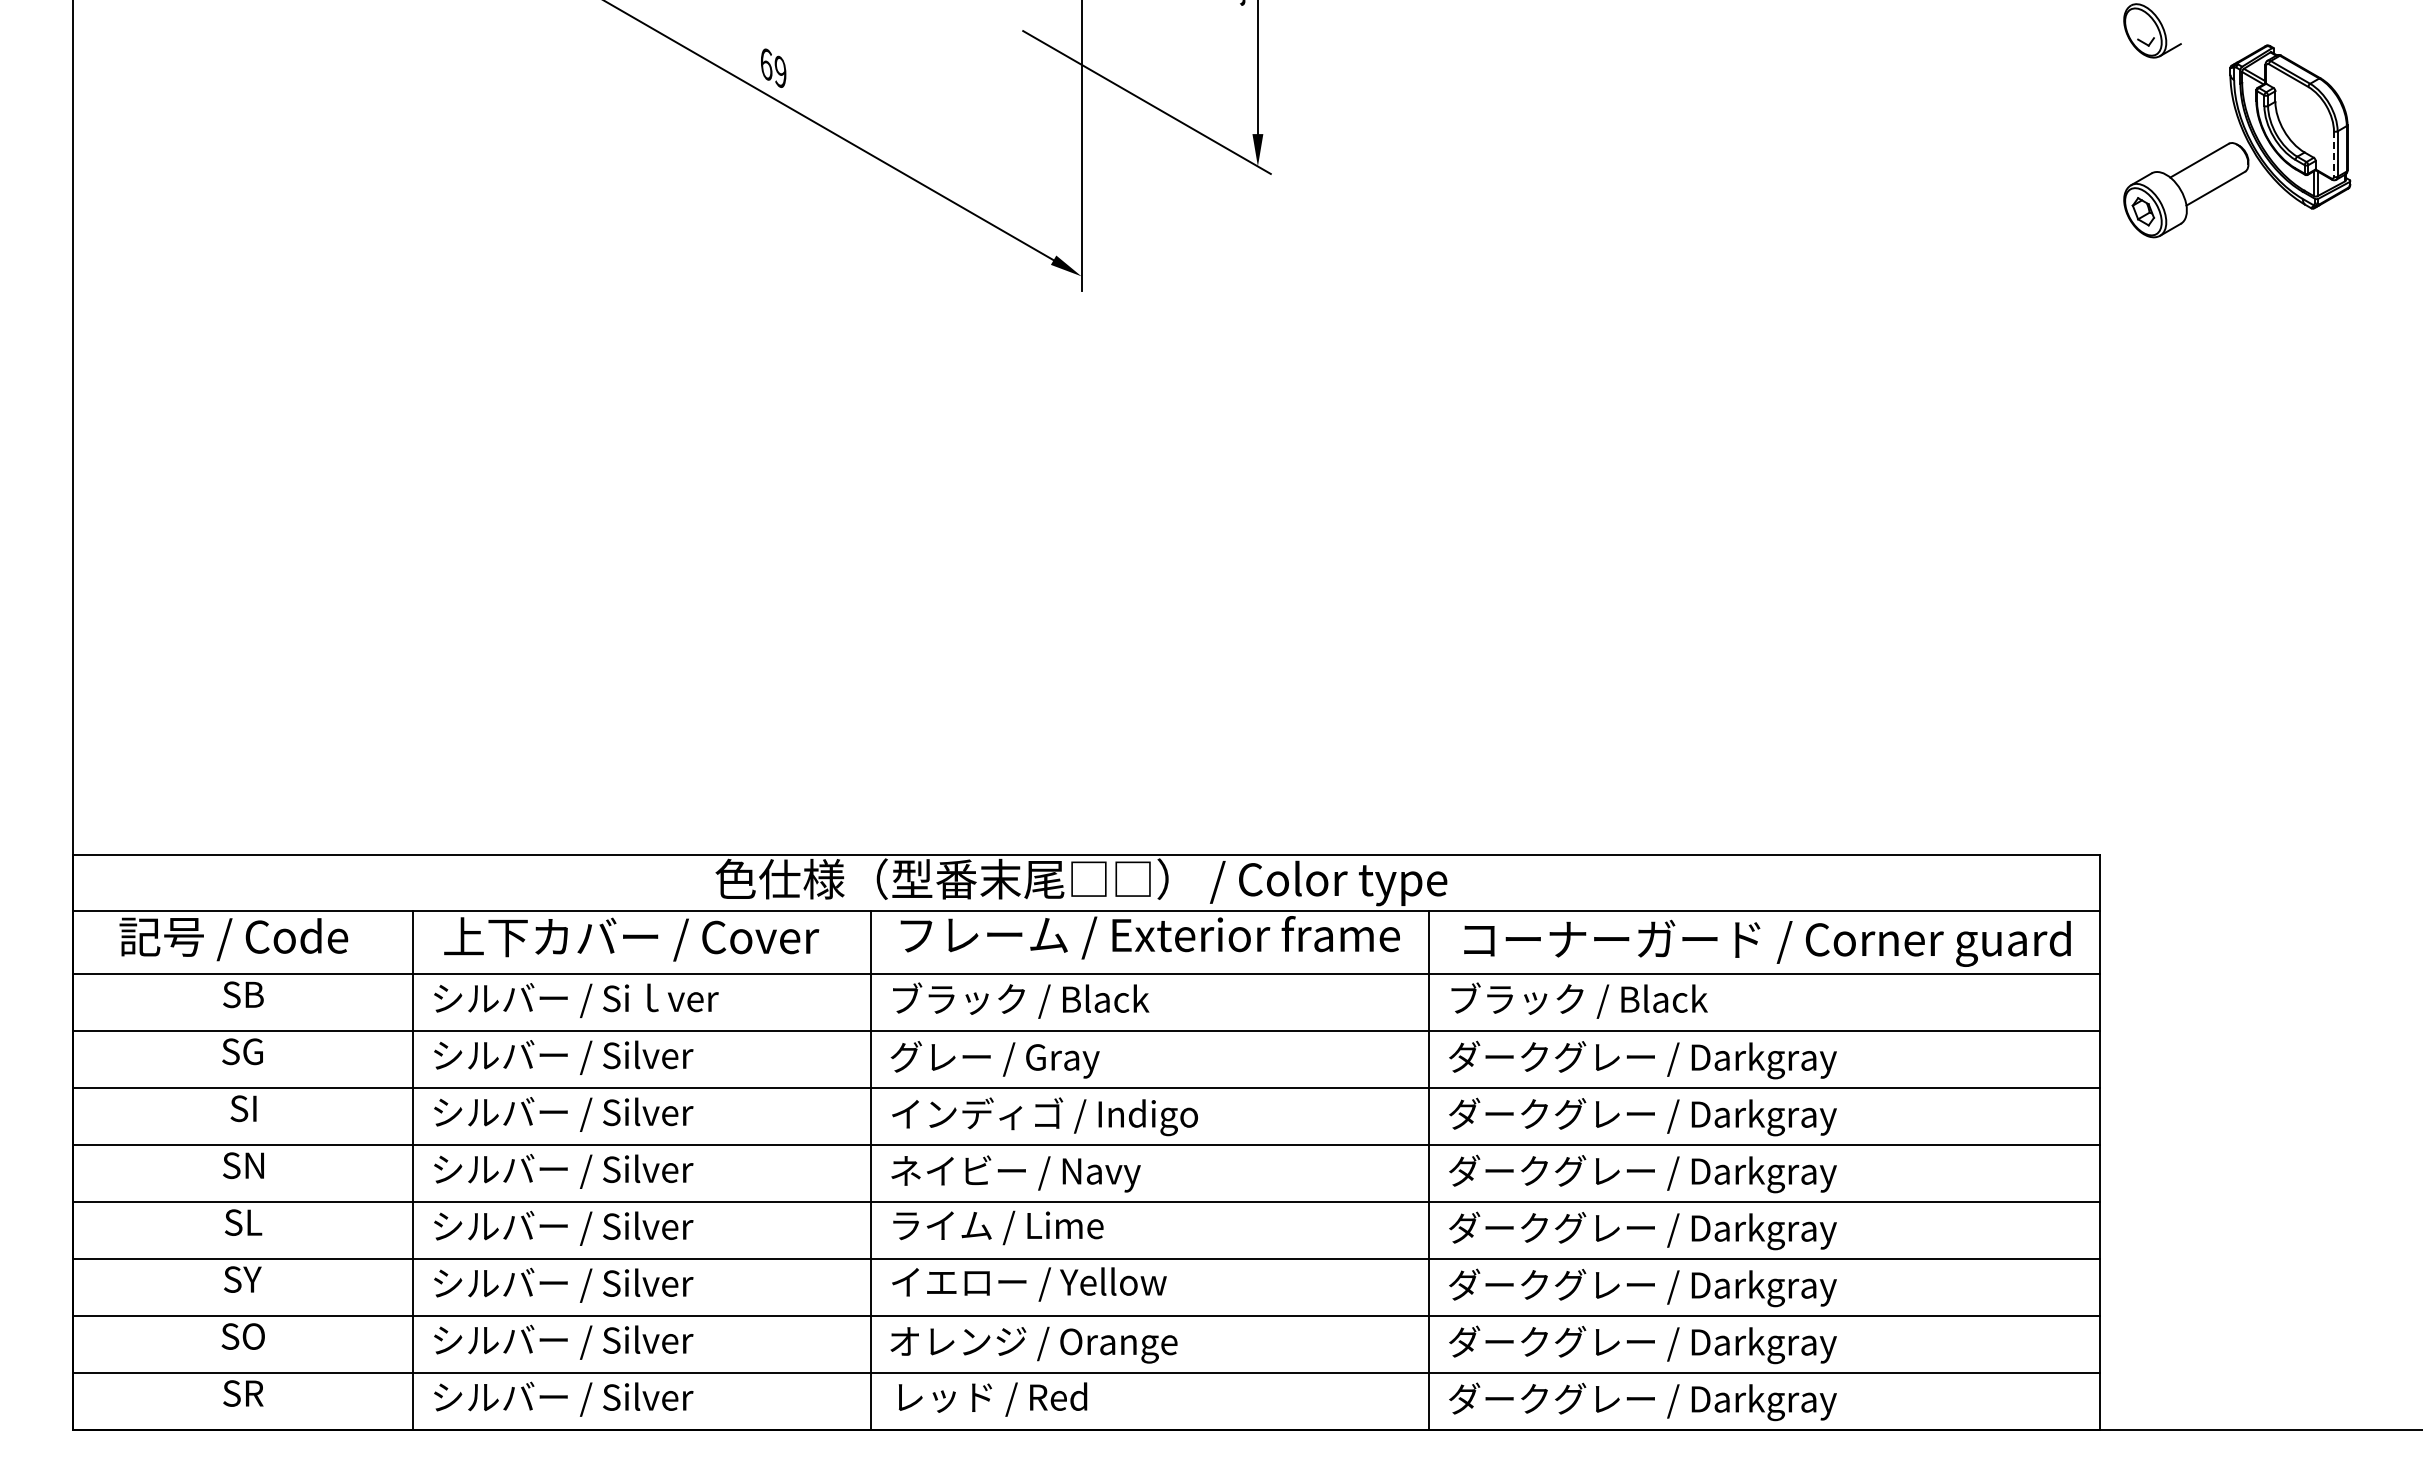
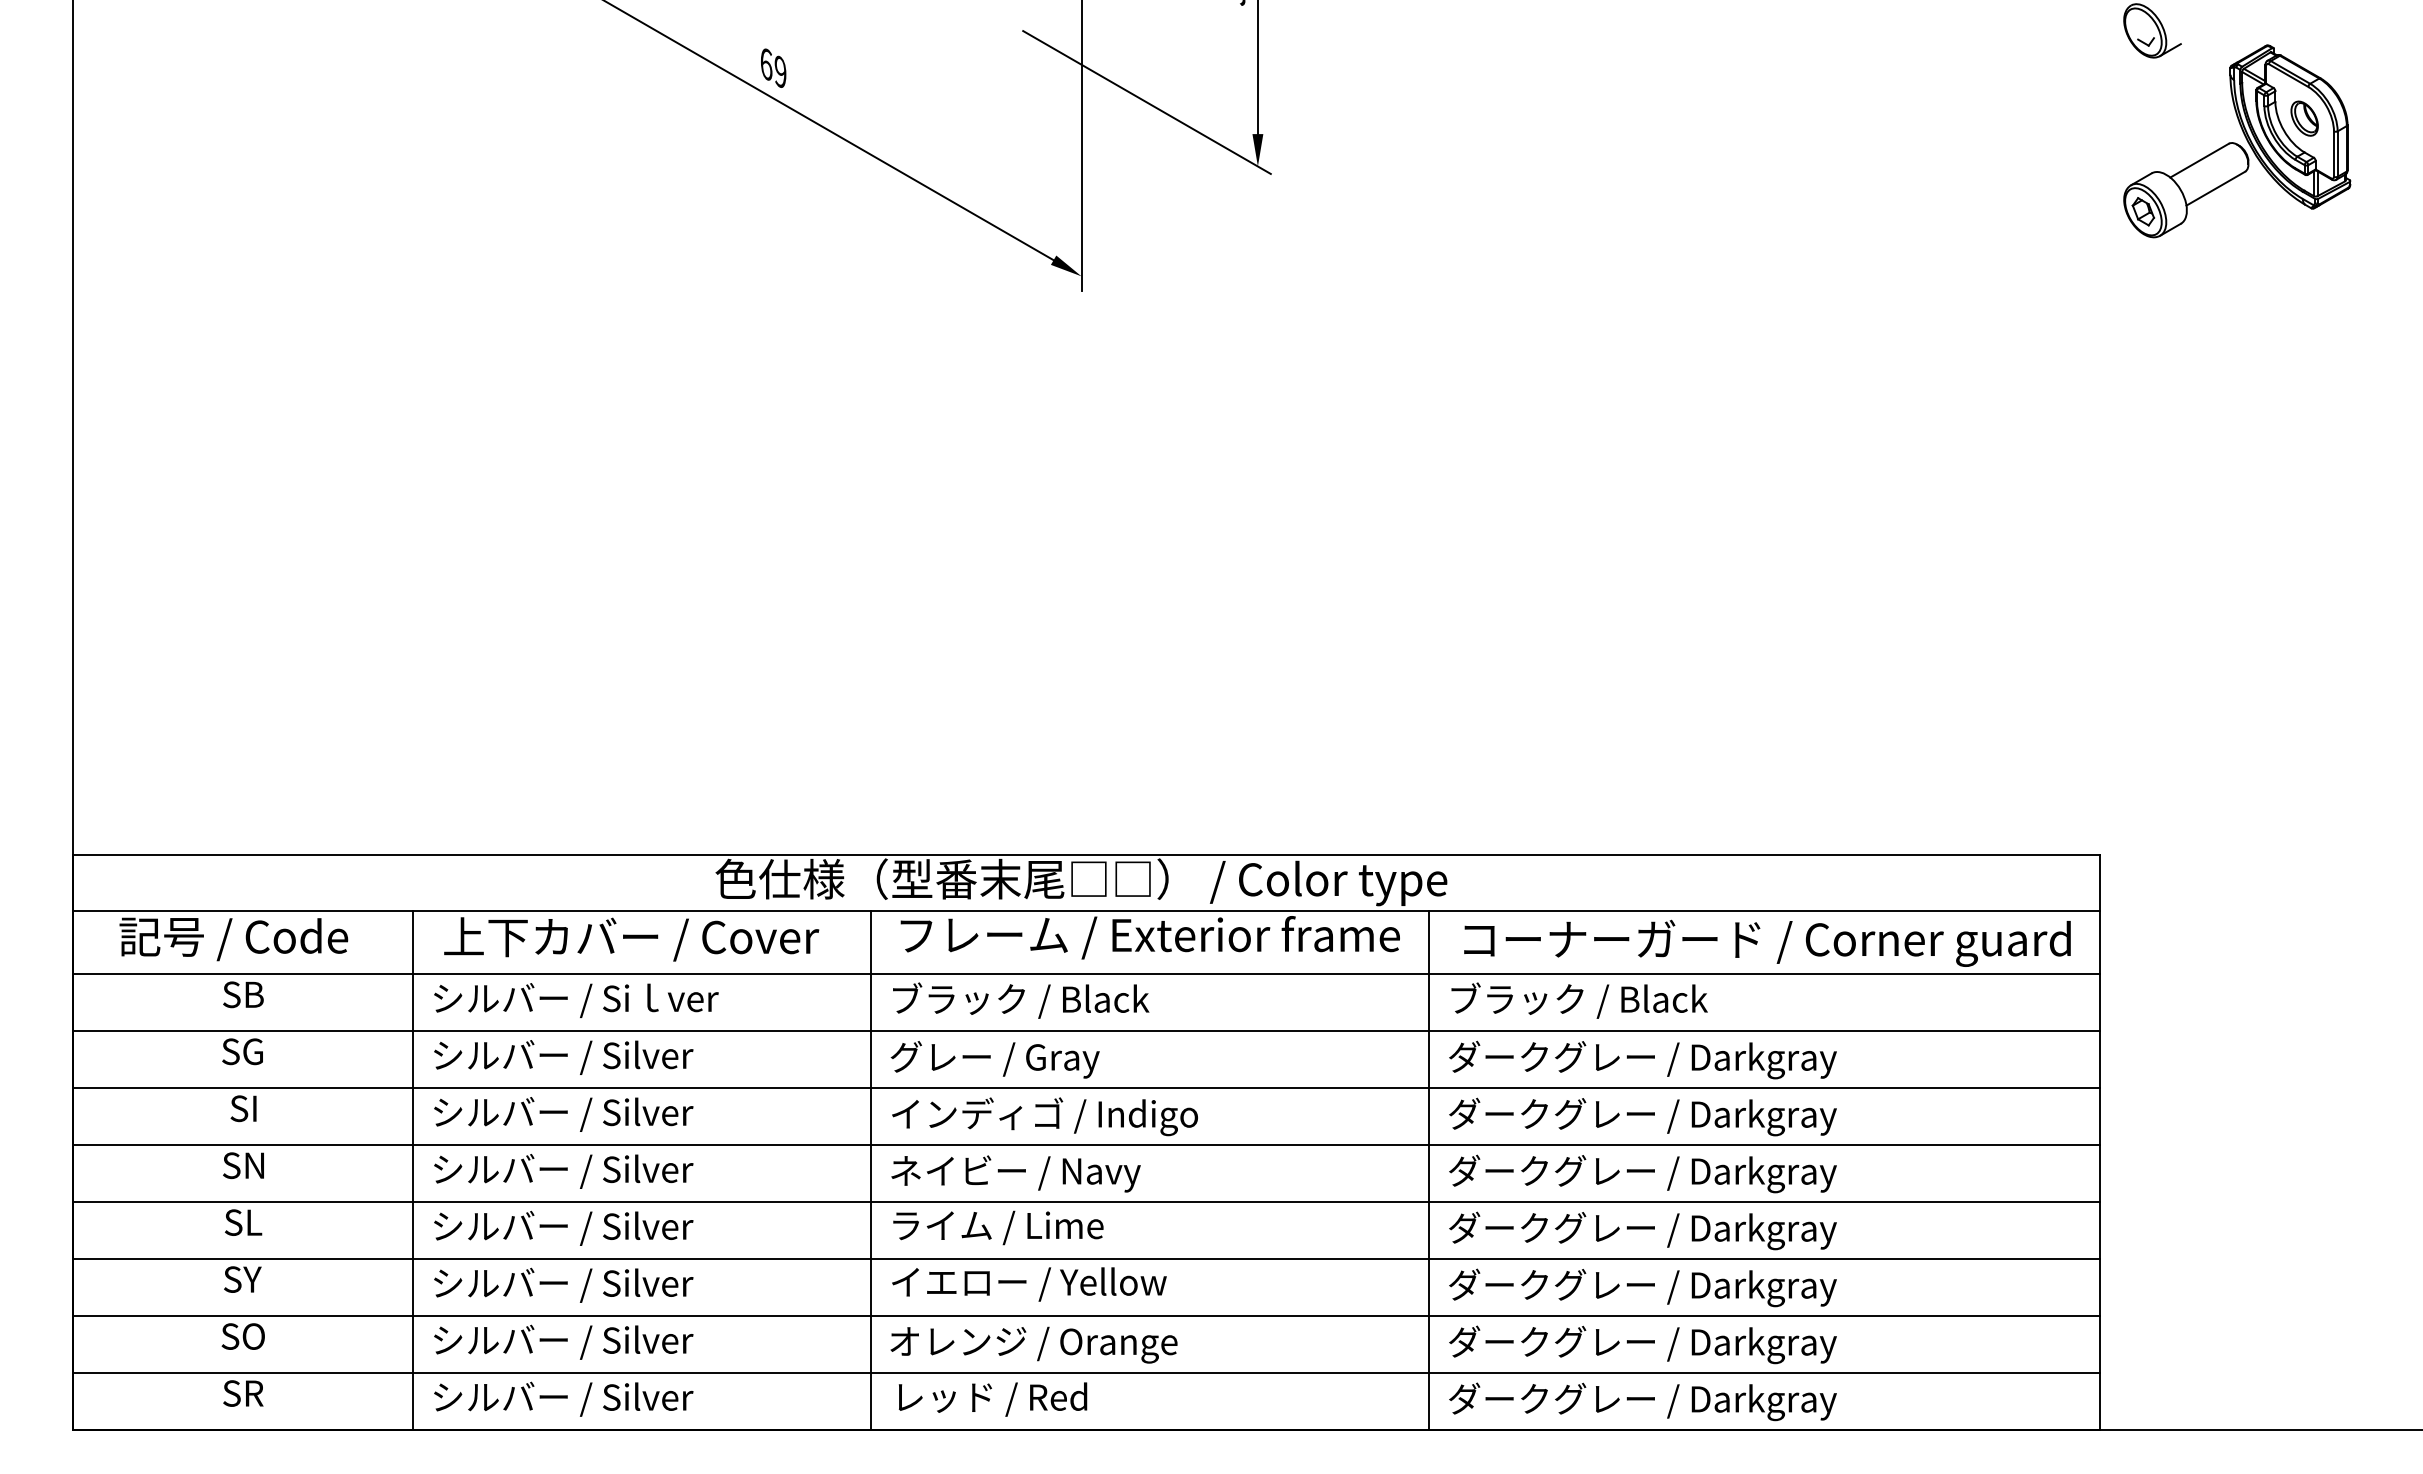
part at (2304, 118): none -> present
line at (2333, 154): dashed -> solid
